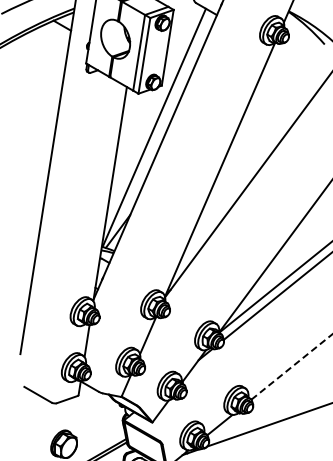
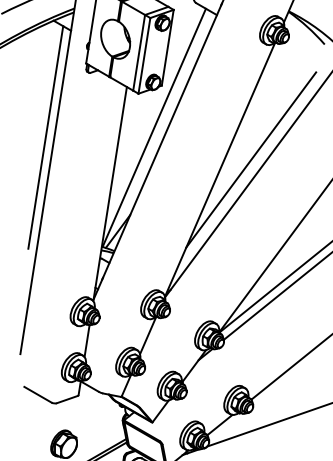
line at (45, 137): none -> present
line at (251, 159): none -> present
line at (292, 366): dashed -> solid
